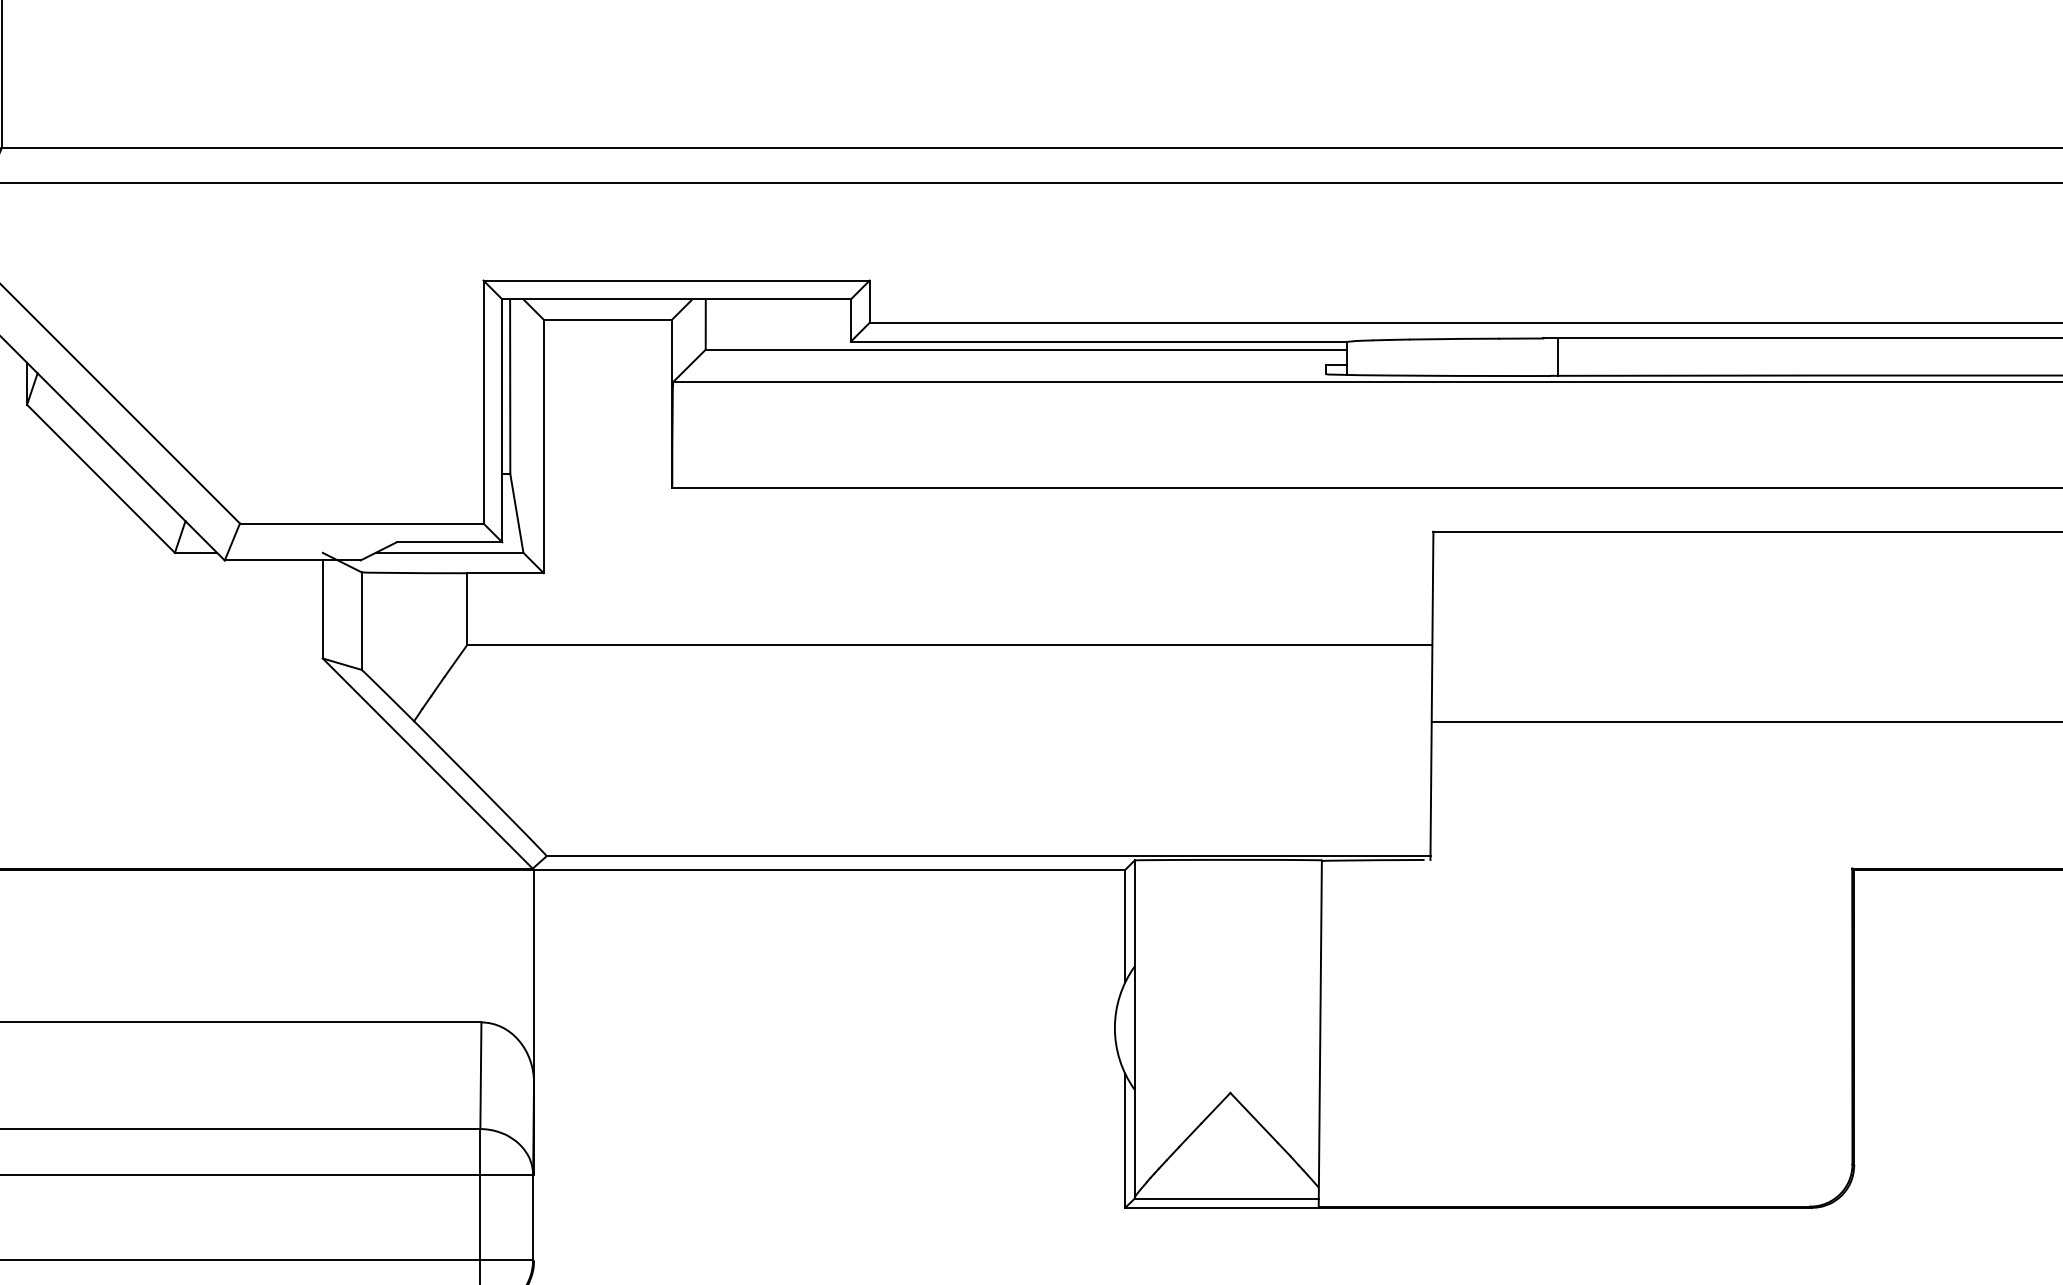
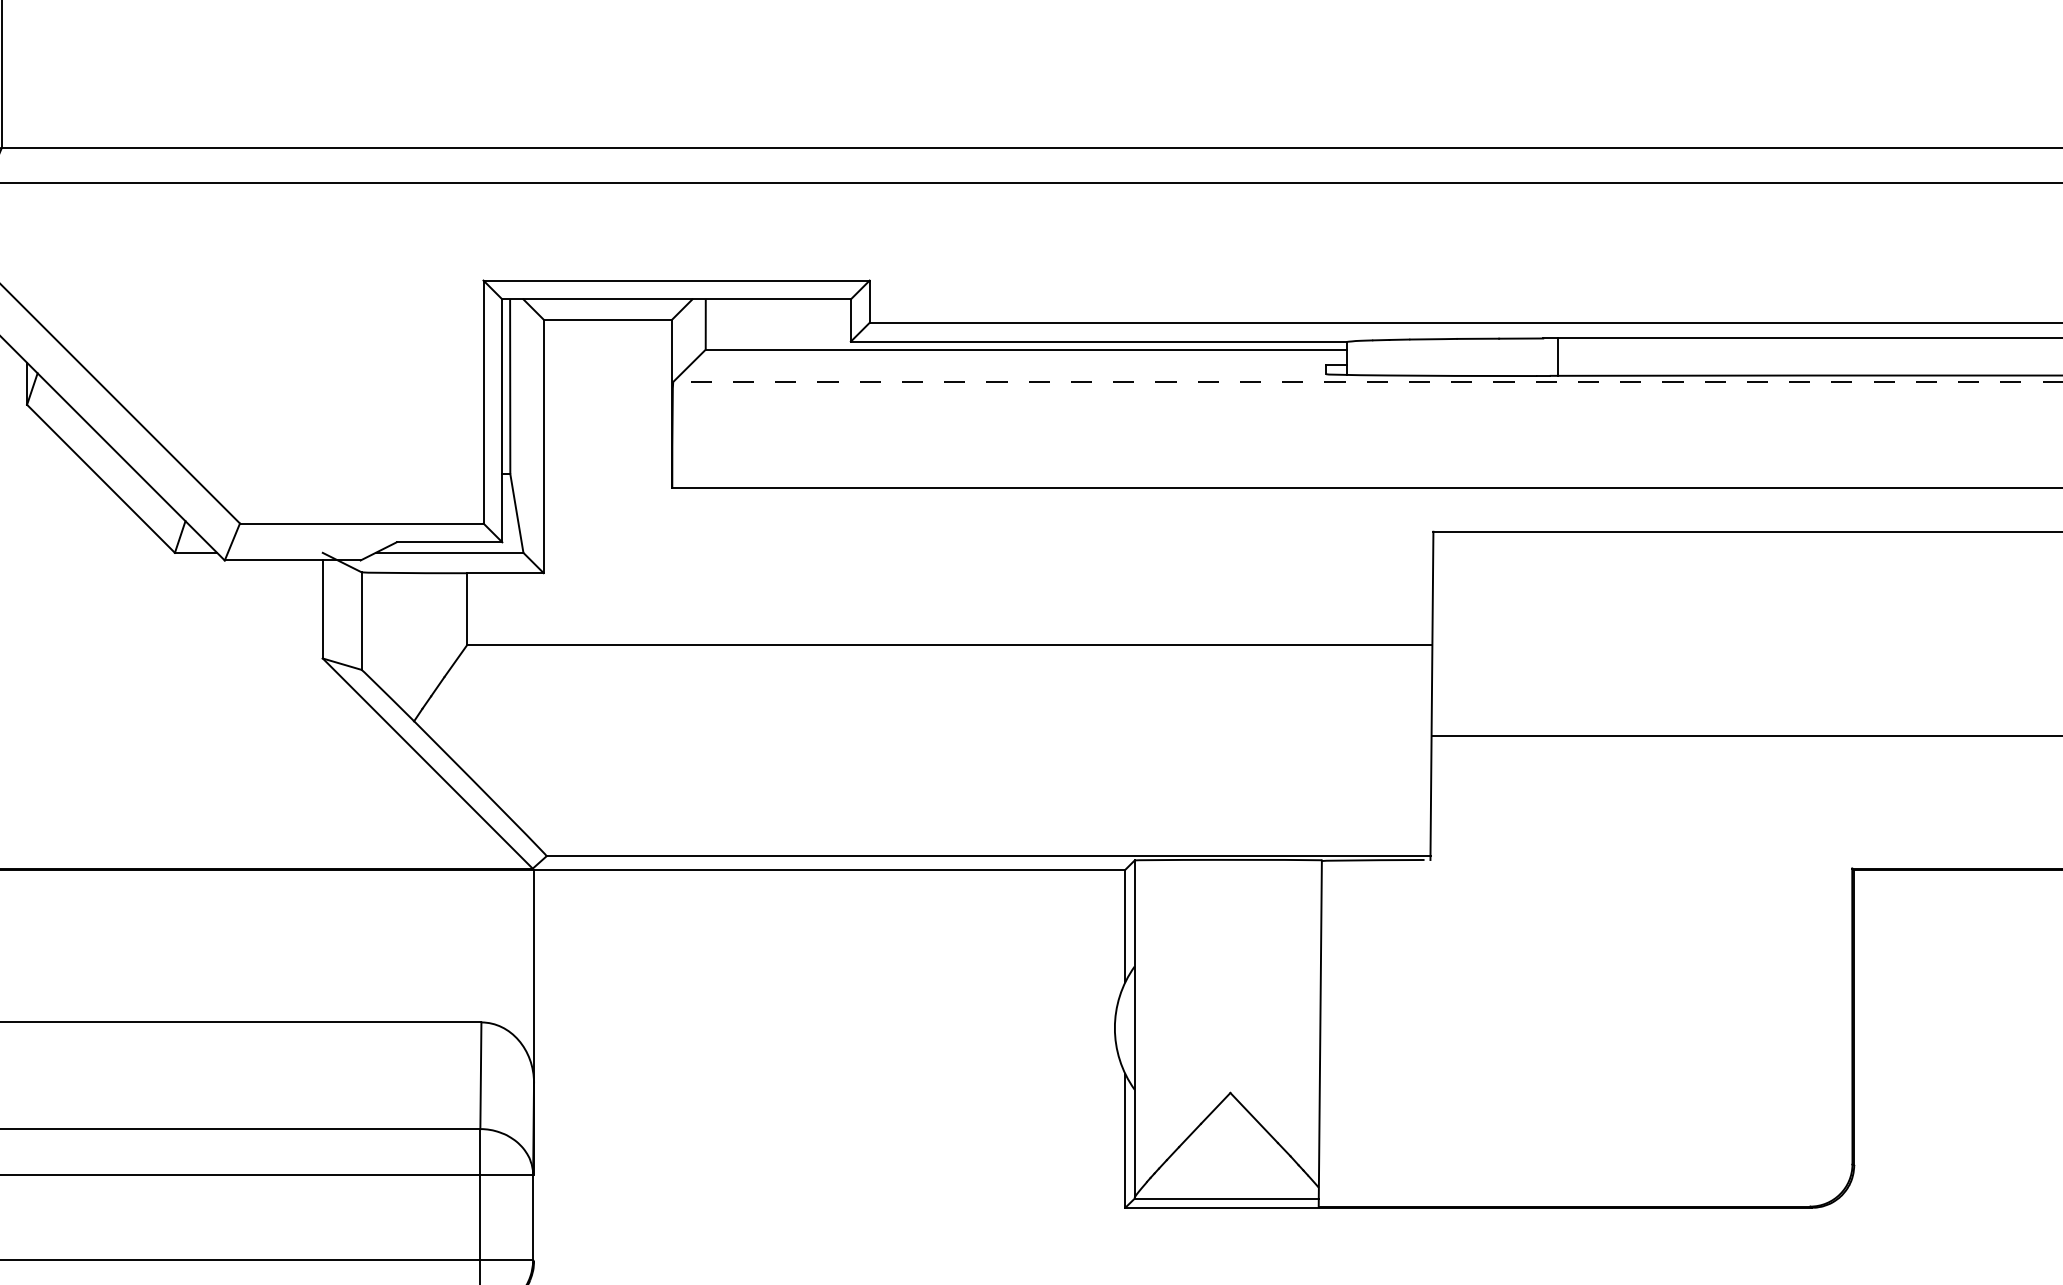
line at (1367, 382): solid -> dashed
line at (1745, 721) position: (1745, 721) -> (1745, 735)
